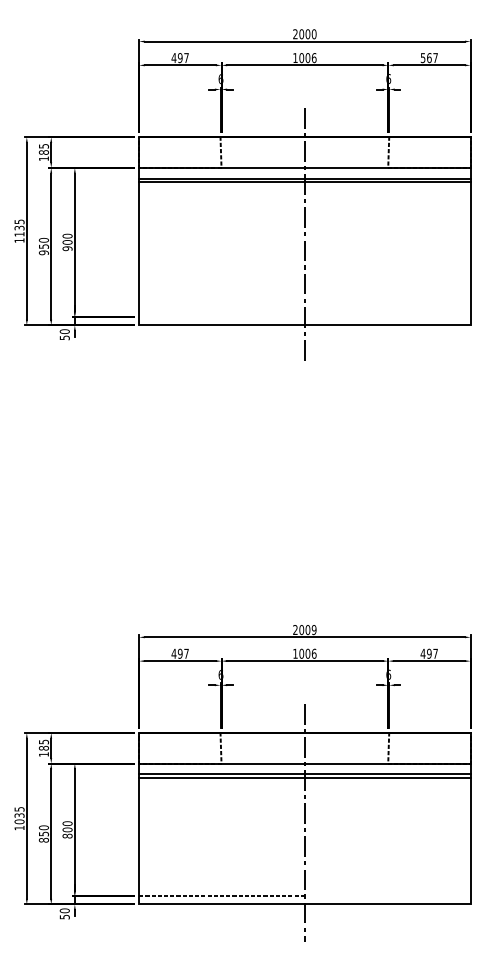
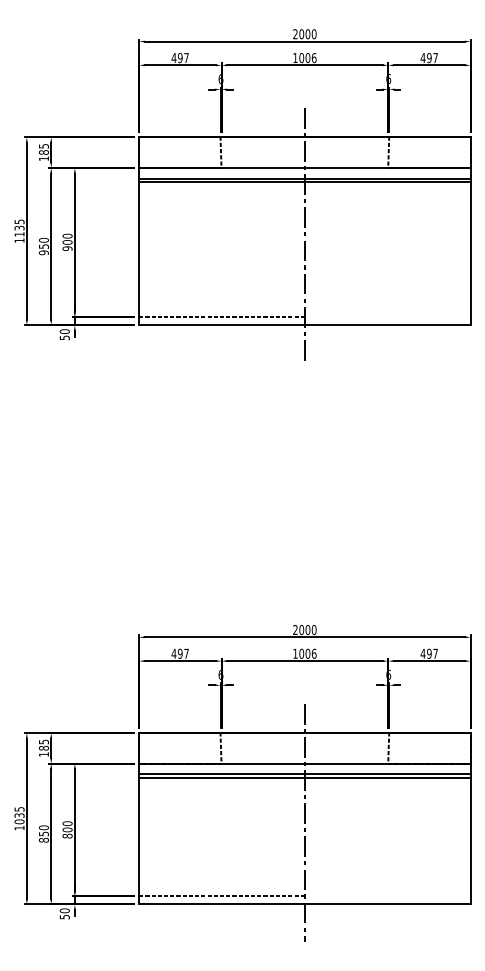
text at (425, 58): 567 -> 497
line at (221, 317): none -> present
text at (313, 630): 2009 -> 2000
